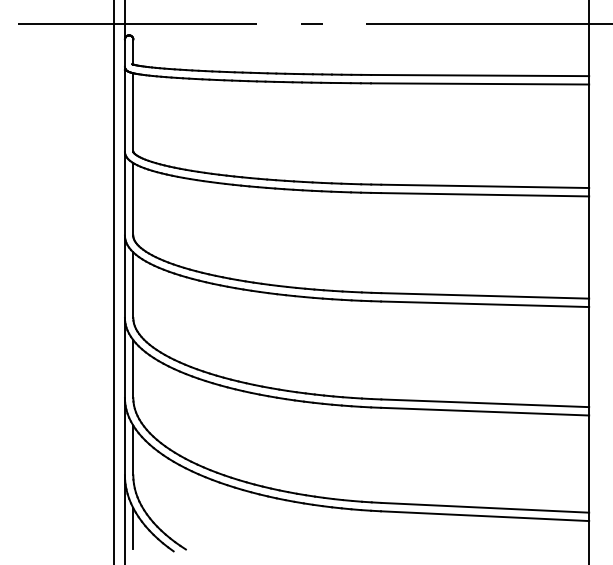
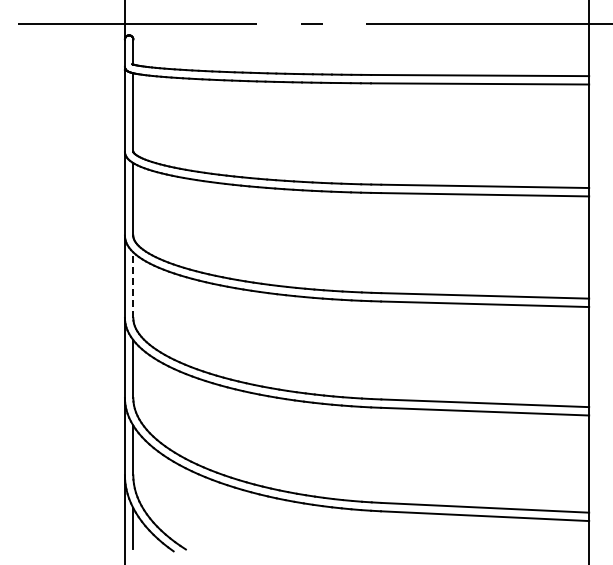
line at (114, 281): present -> none
line at (133, 285): solid -> dashed
